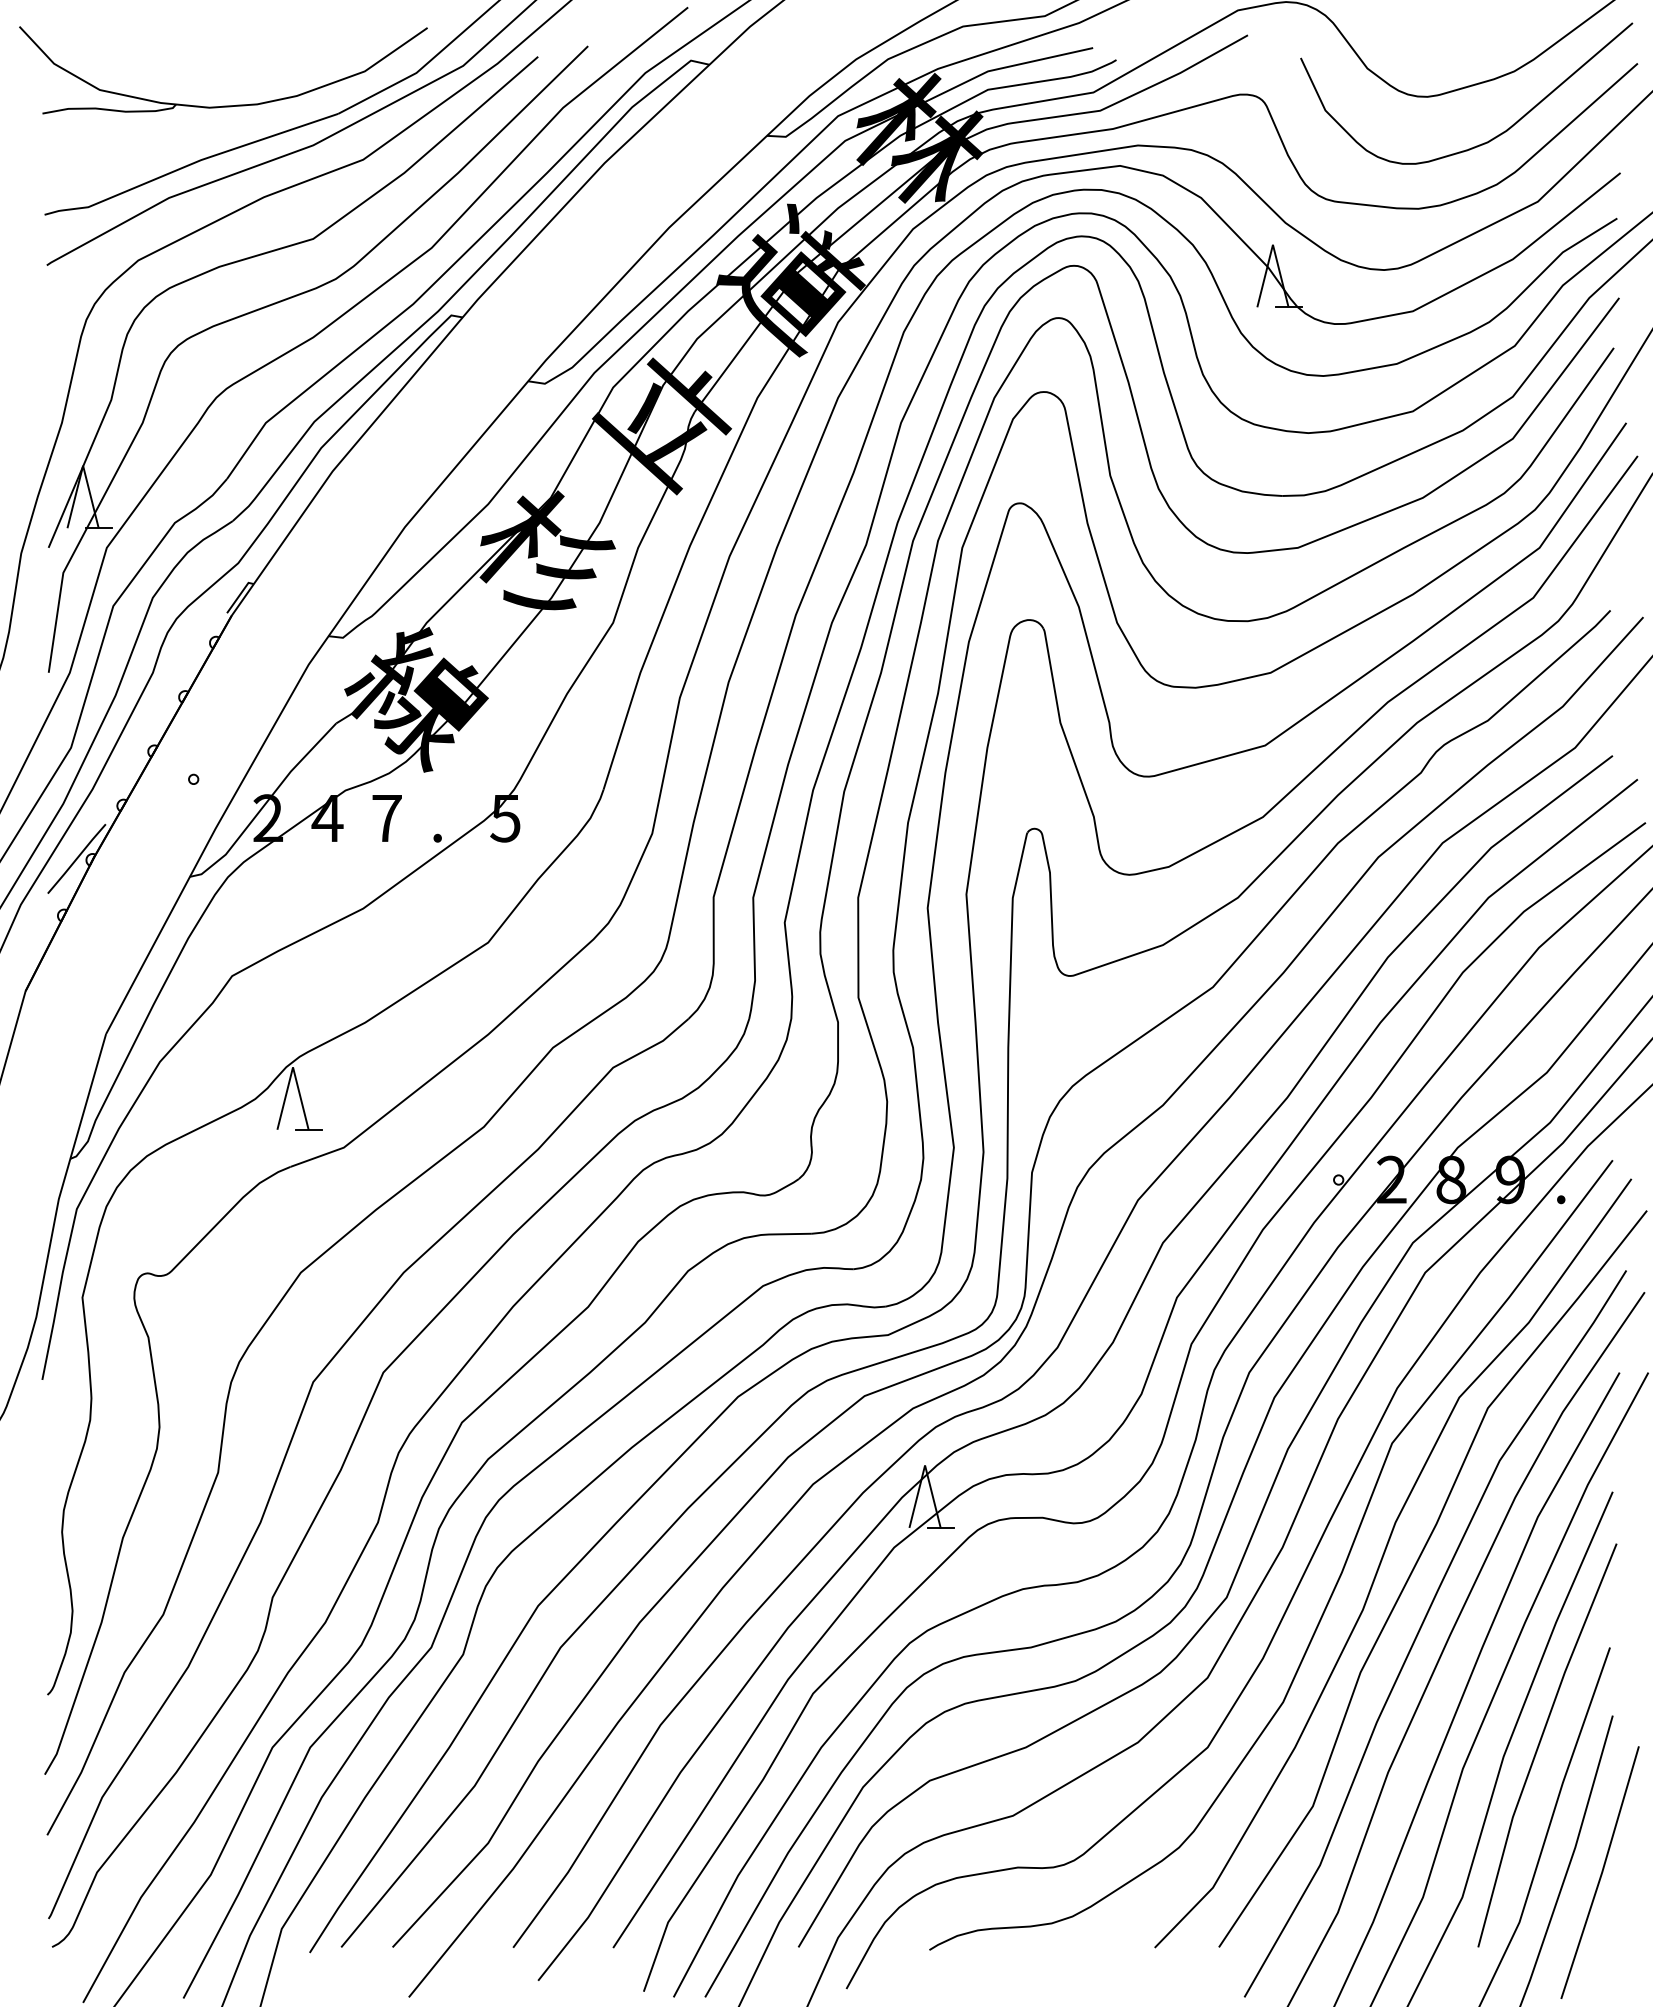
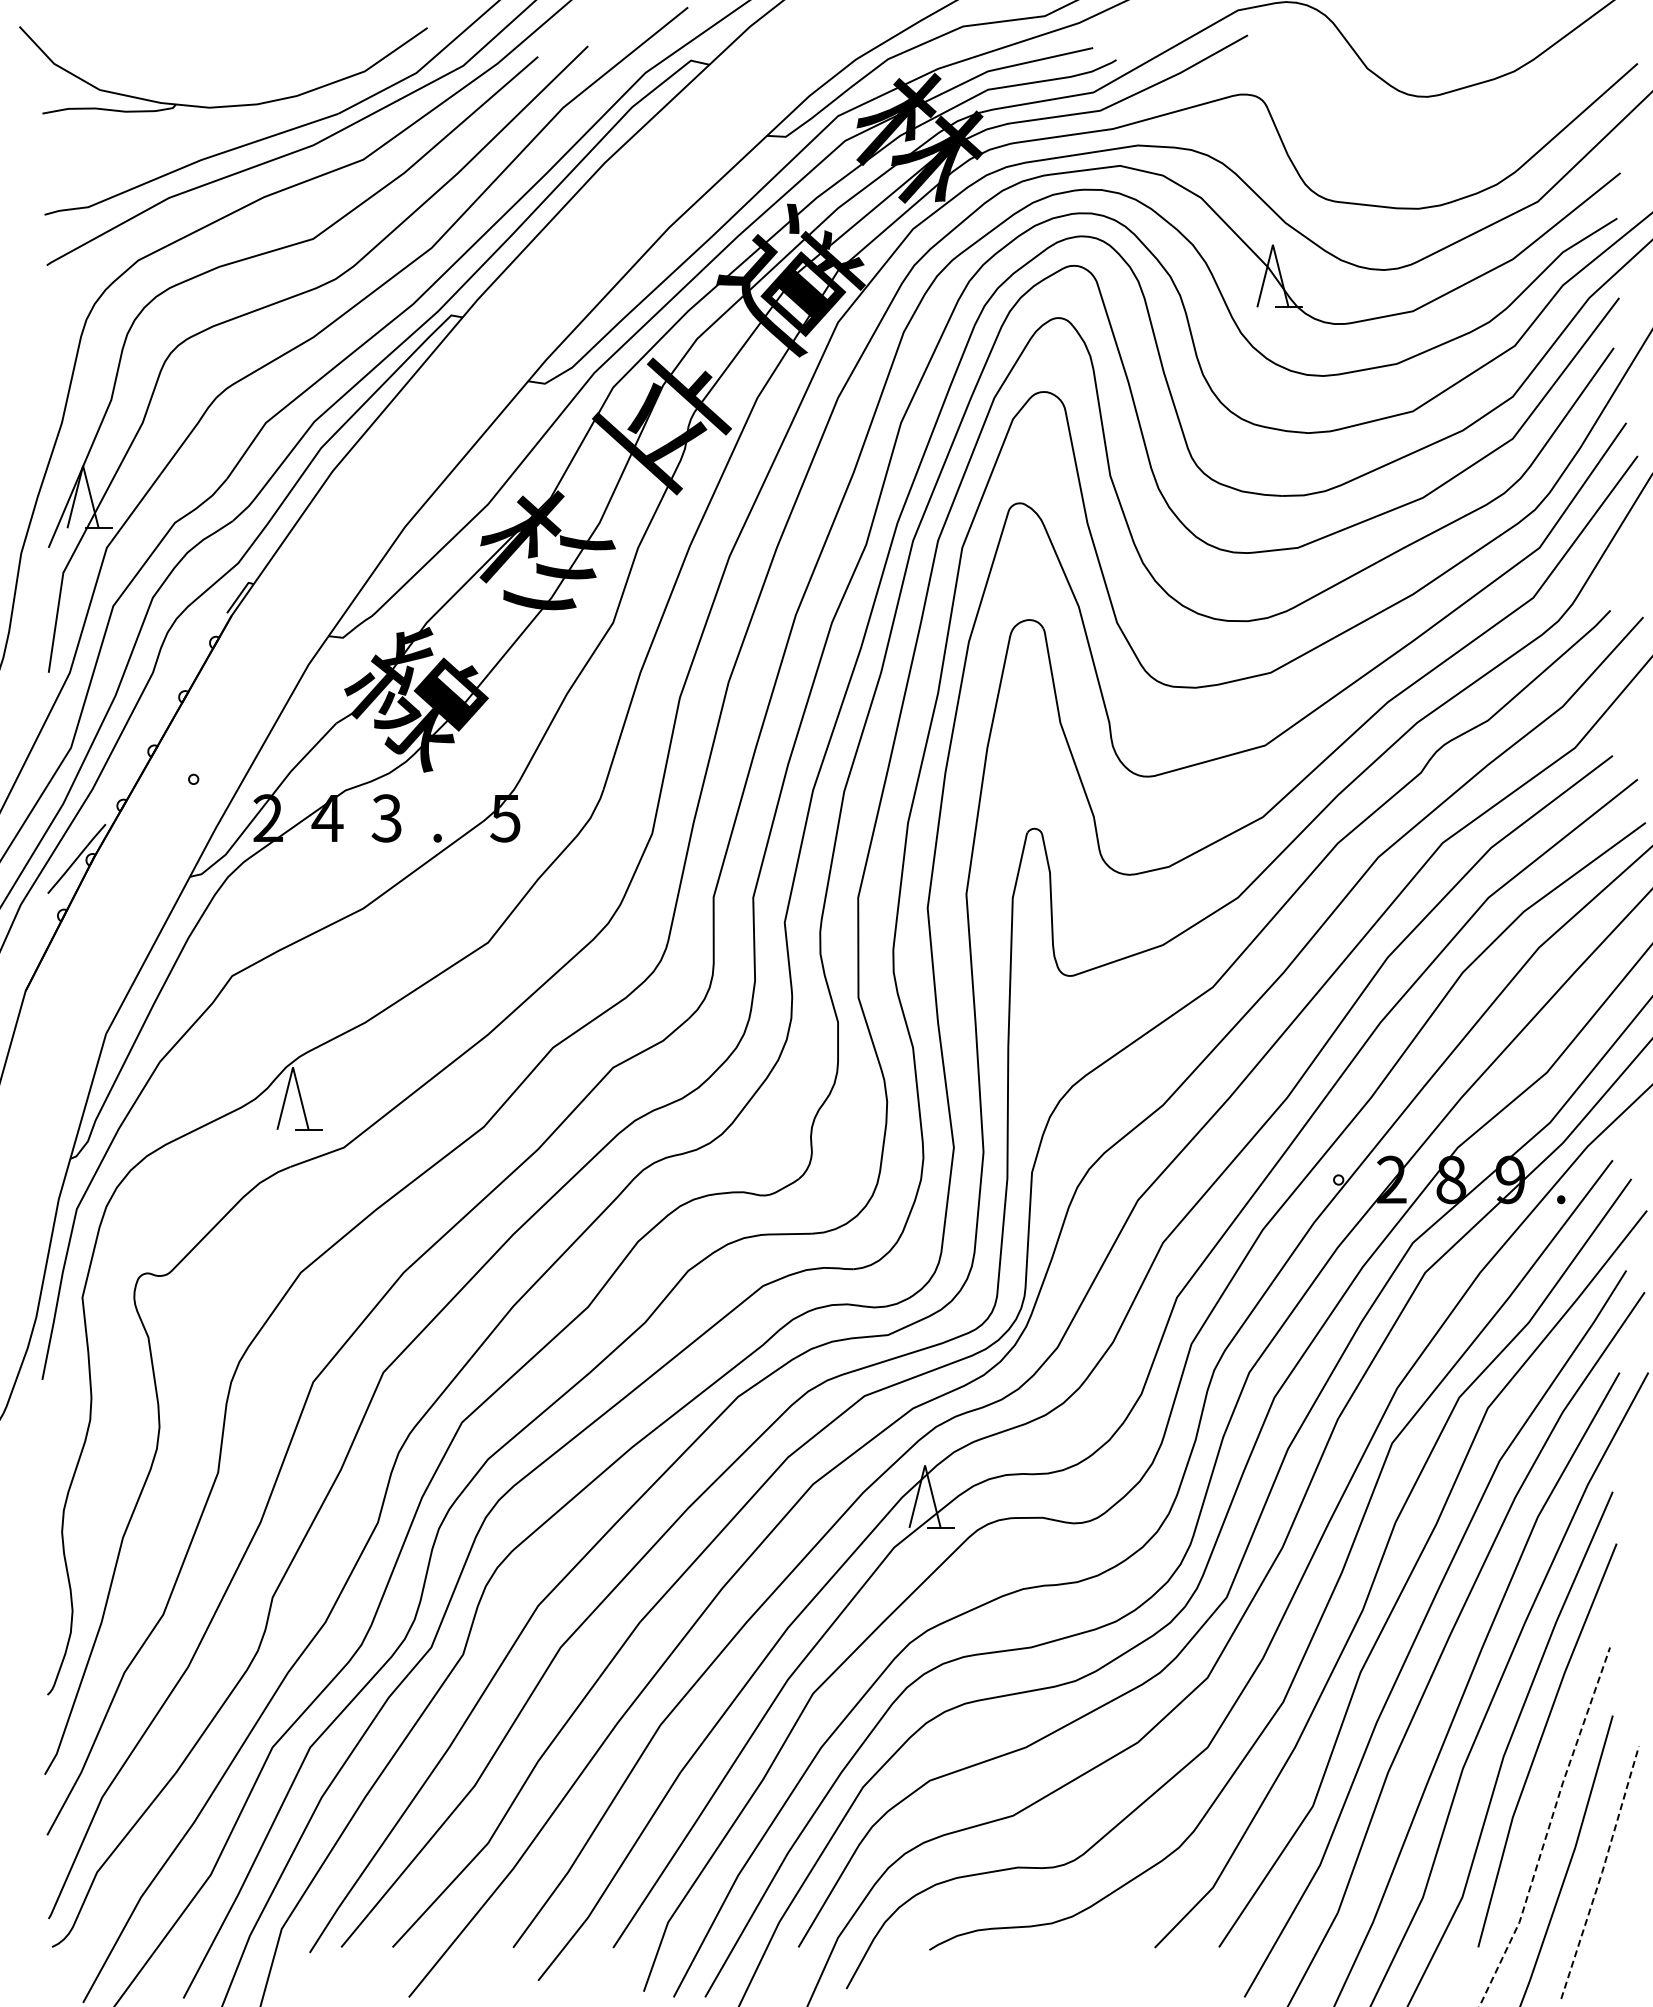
curve at (1496, 135): present -> none
text at (386, 818): 7 -> 3
line at (1548, 1828): solid -> dashed
line at (1602, 1872): solid -> dashed
